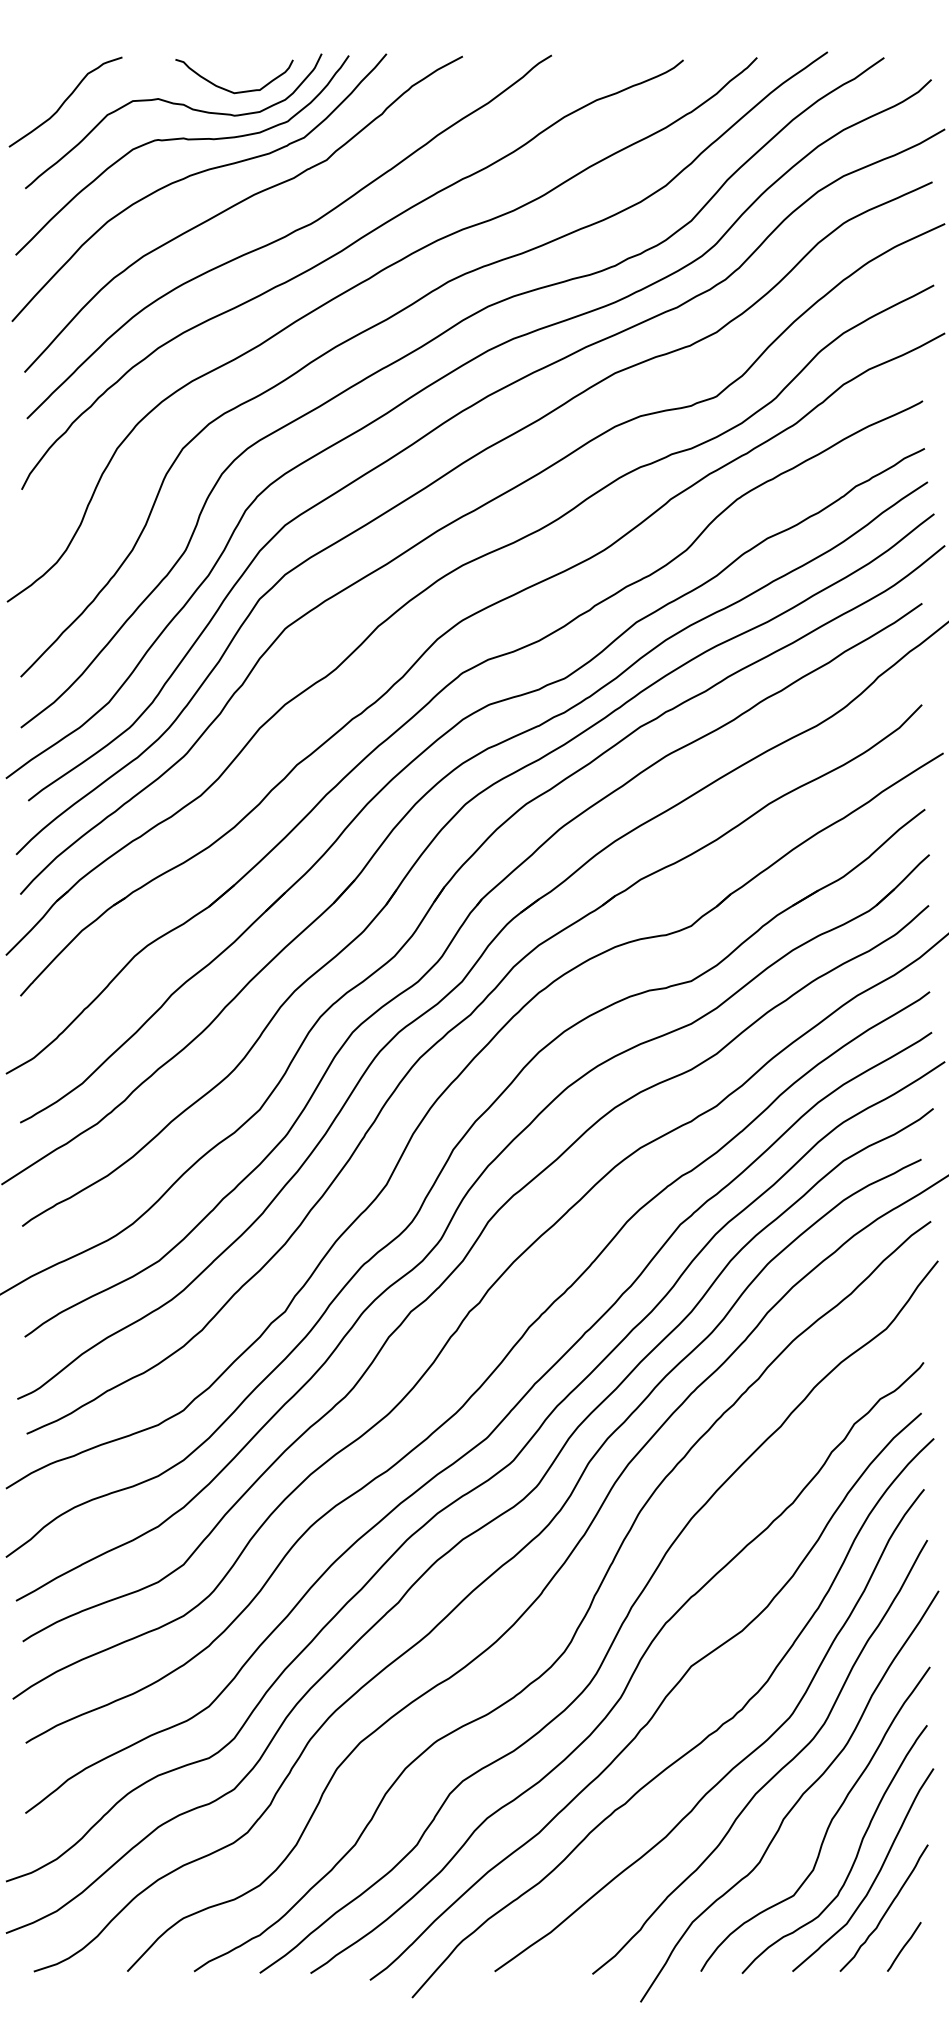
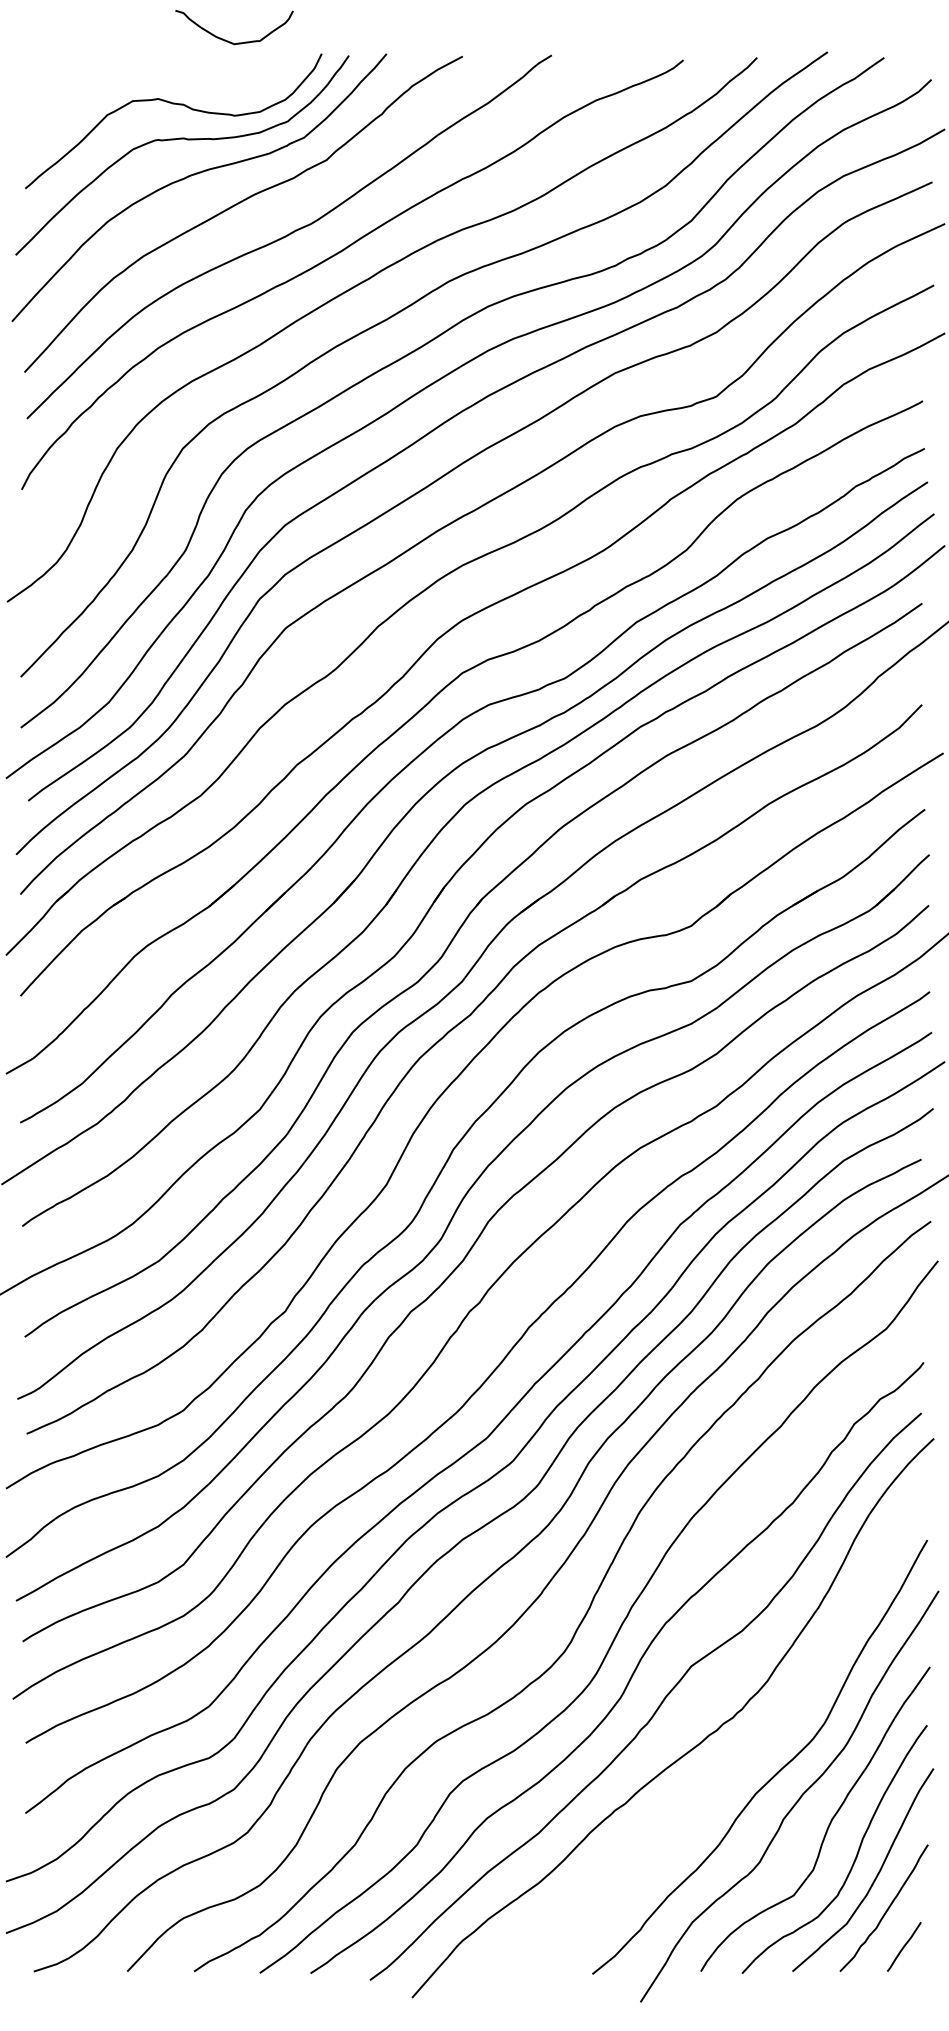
curve at (228, 89) position: (228, 89) -> (228, 40)
curve at (65, 101): present -> none
curve at (738, 1762): present -> none
